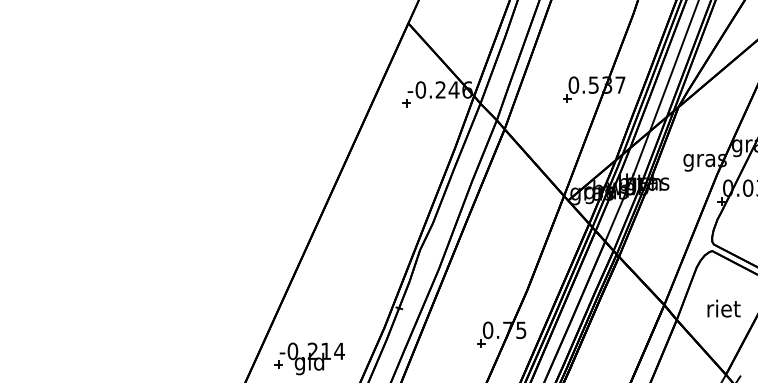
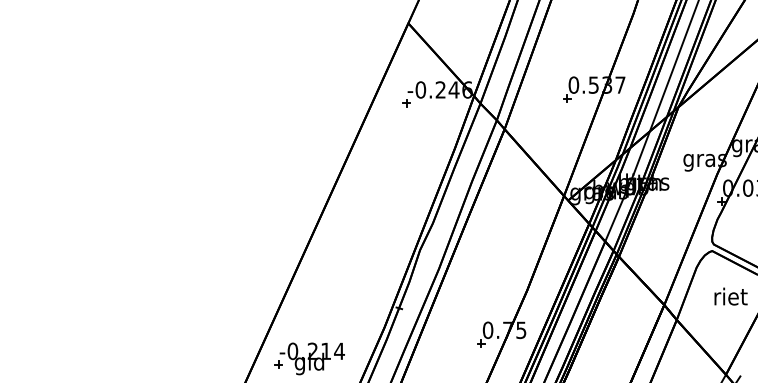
text at (723, 308) position: (723, 308) -> (730, 296)
